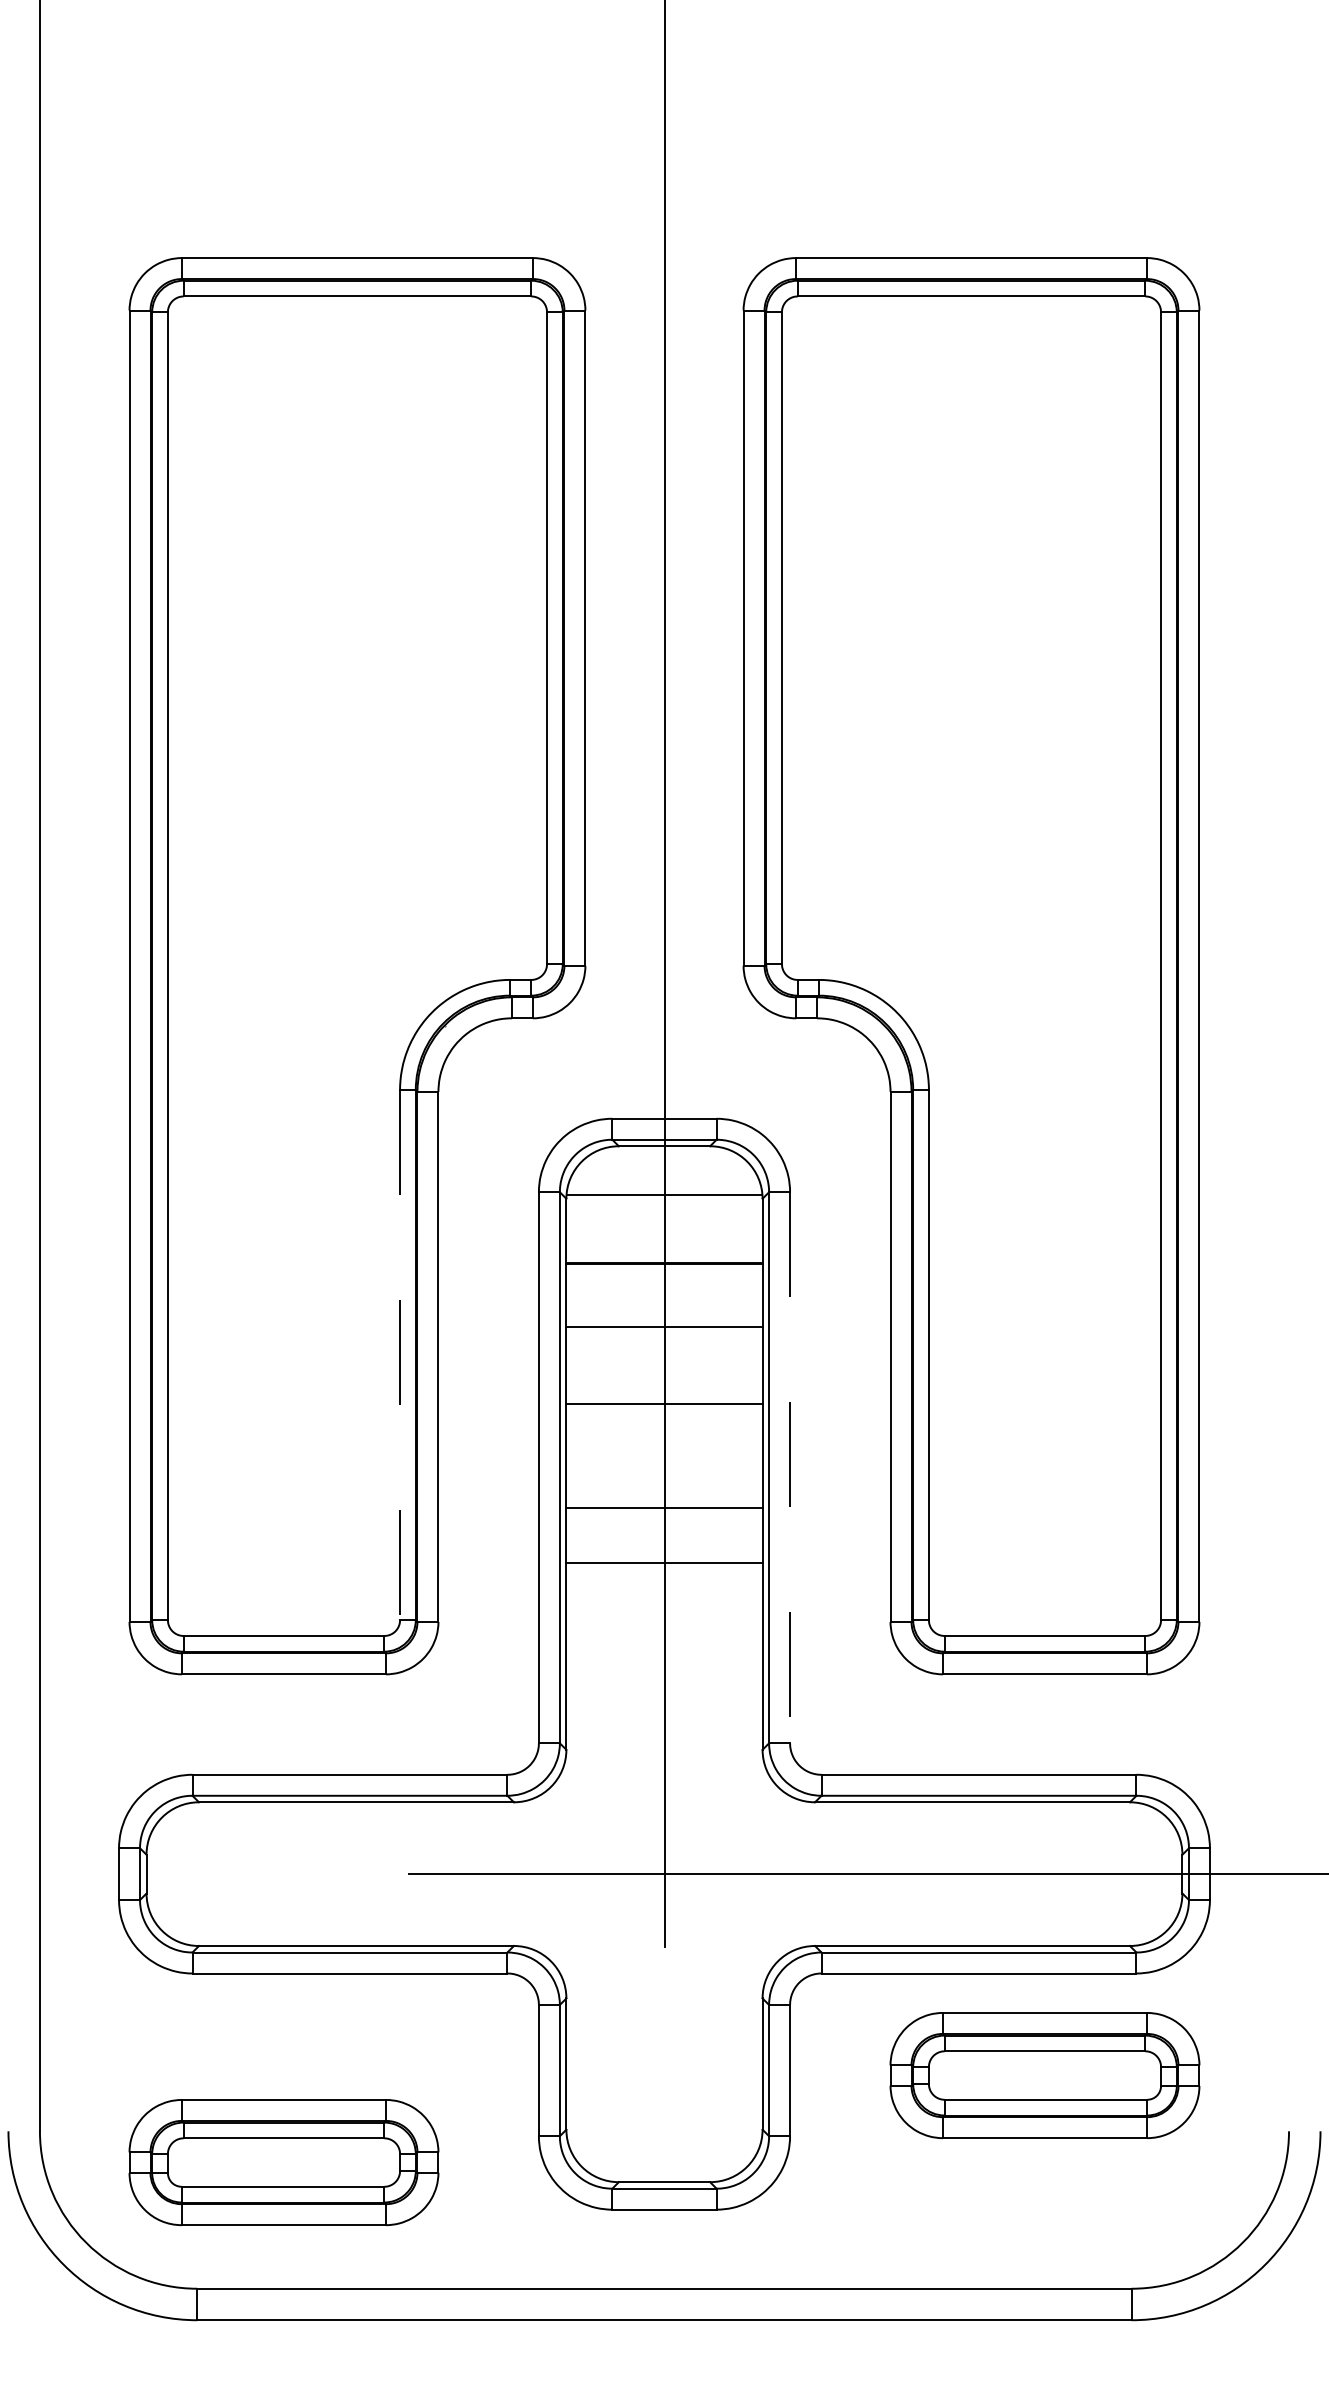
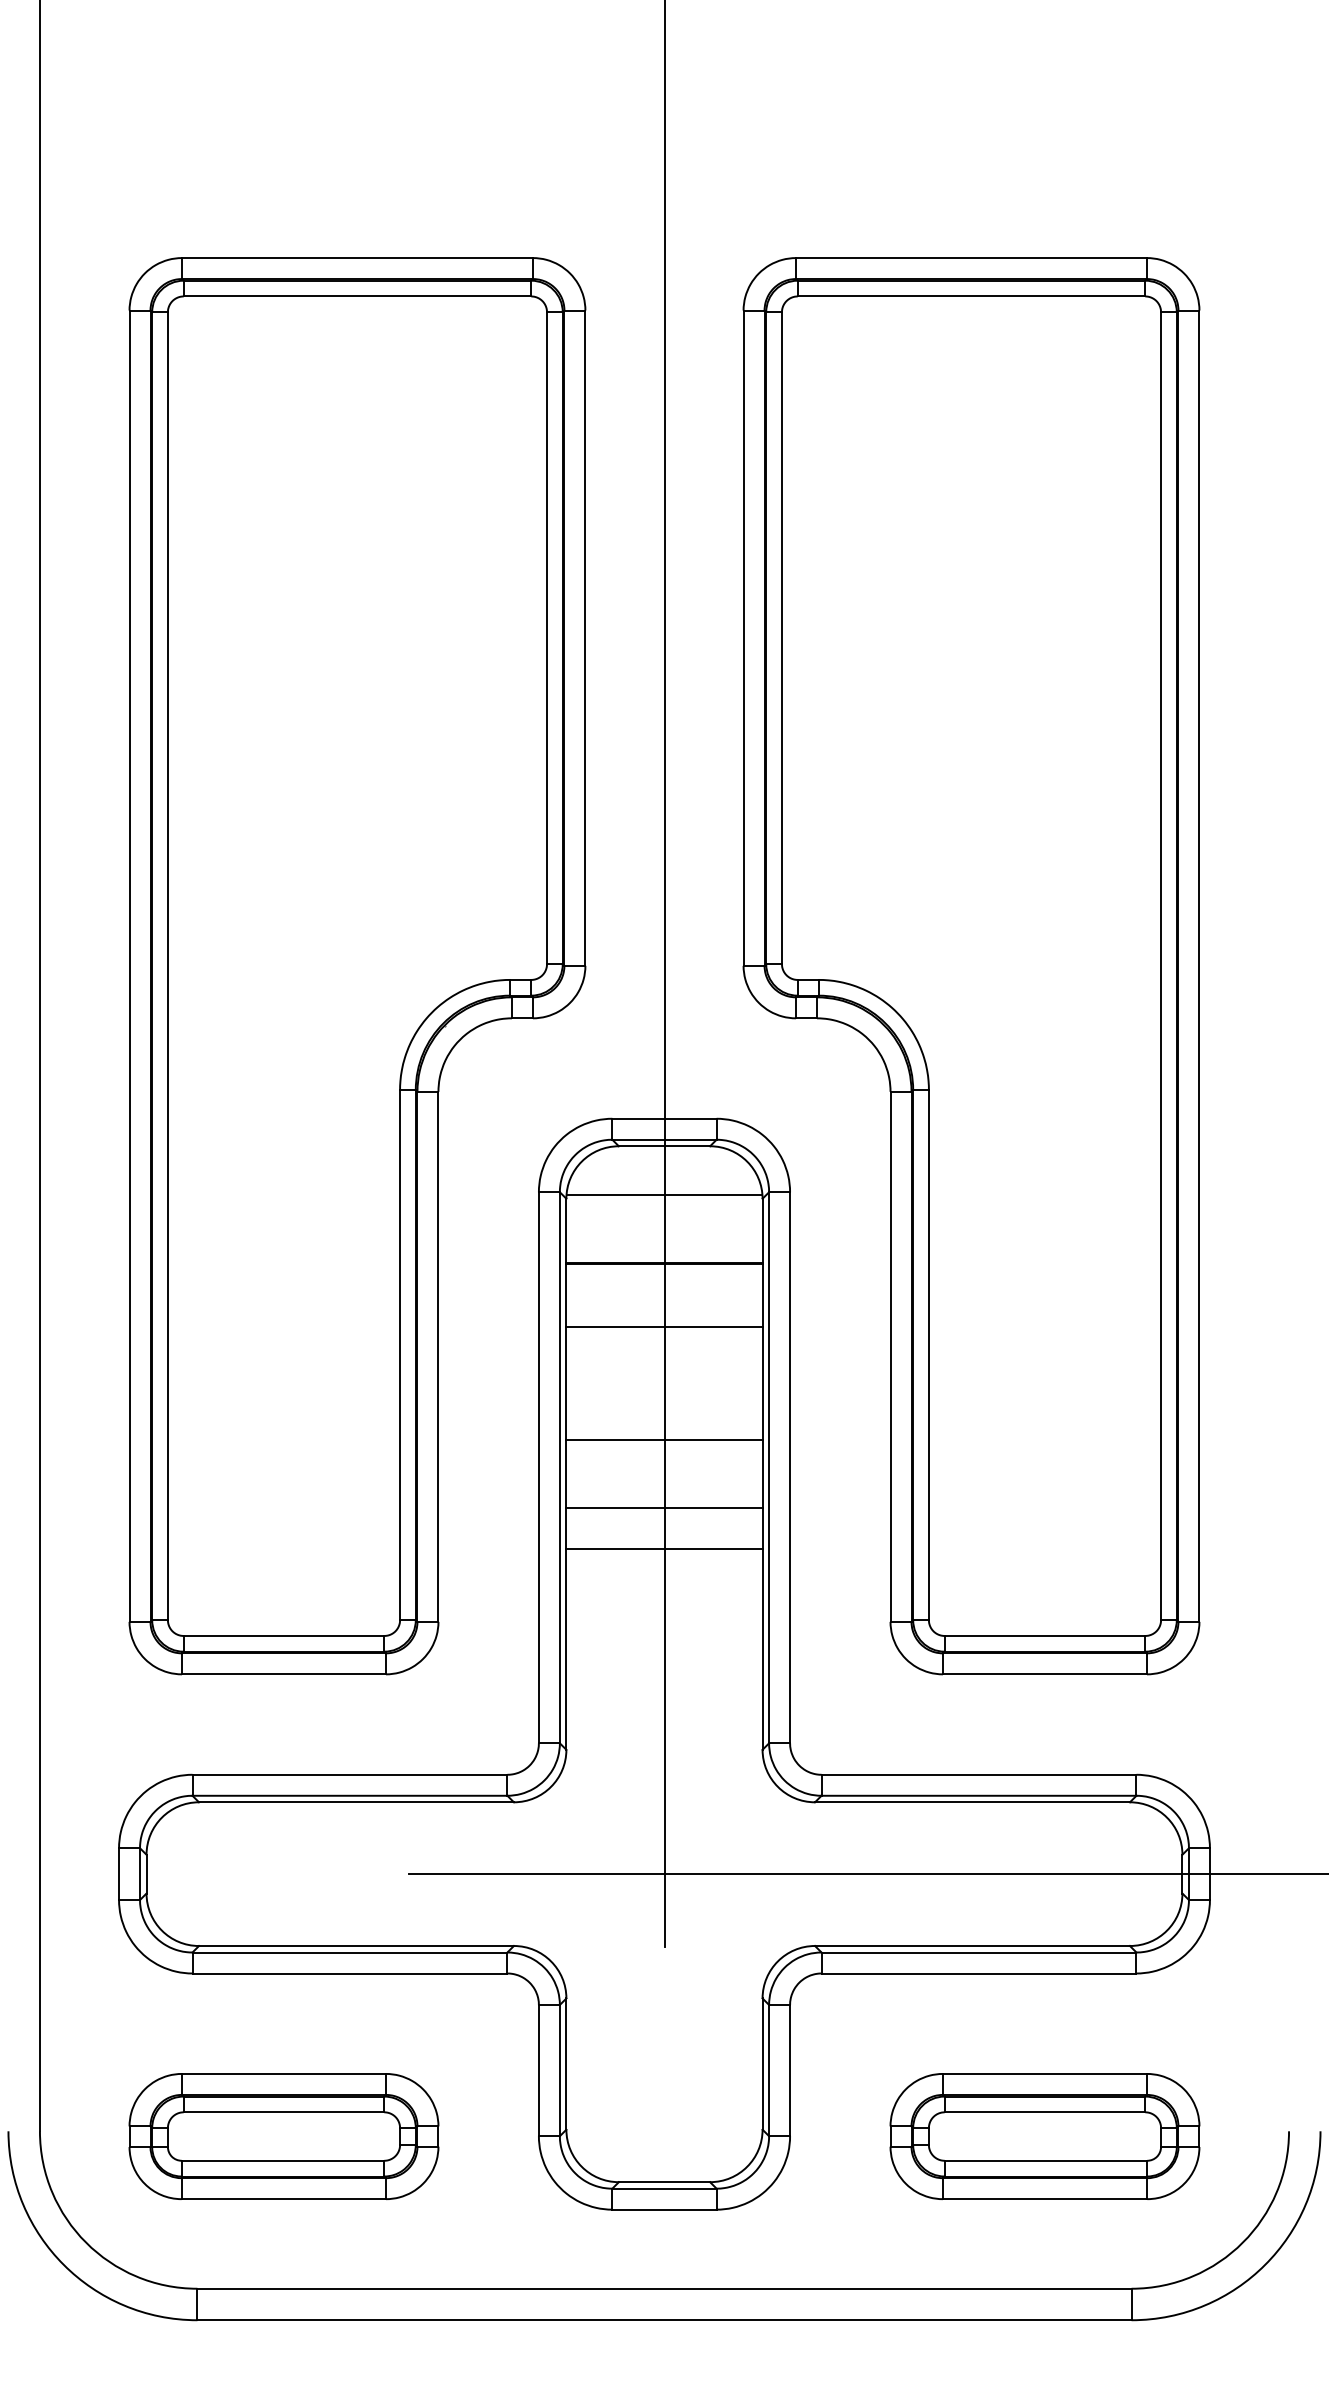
line at (400, 1355): dashed -> solid
line at (664, 1404) position: (664, 1404) -> (664, 1440)
line at (790, 1467): dashed -> solid
line at (664, 1562) position: (664, 1562) -> (664, 1548)
part at (1044, 2075) position: (1044, 2075) -> (1044, 2136)
part at (283, 2162) position: (283, 2162) -> (283, 2136)
